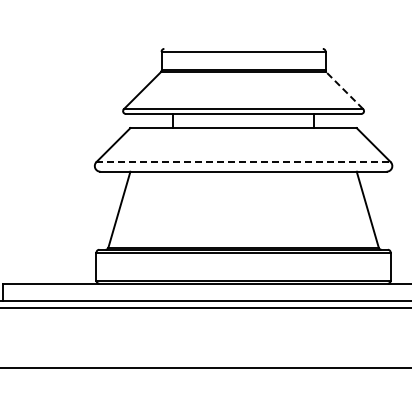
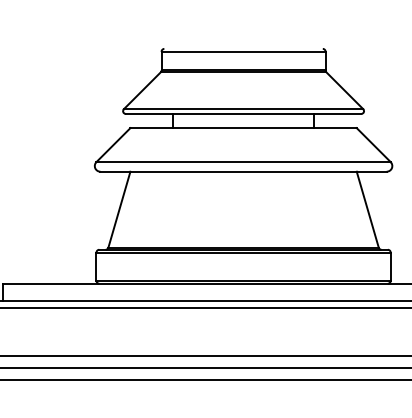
line at (344, 90): dashed -> solid
line at (244, 162): dashed -> solid
line at (205, 355): none -> present
line at (205, 379): none -> present
